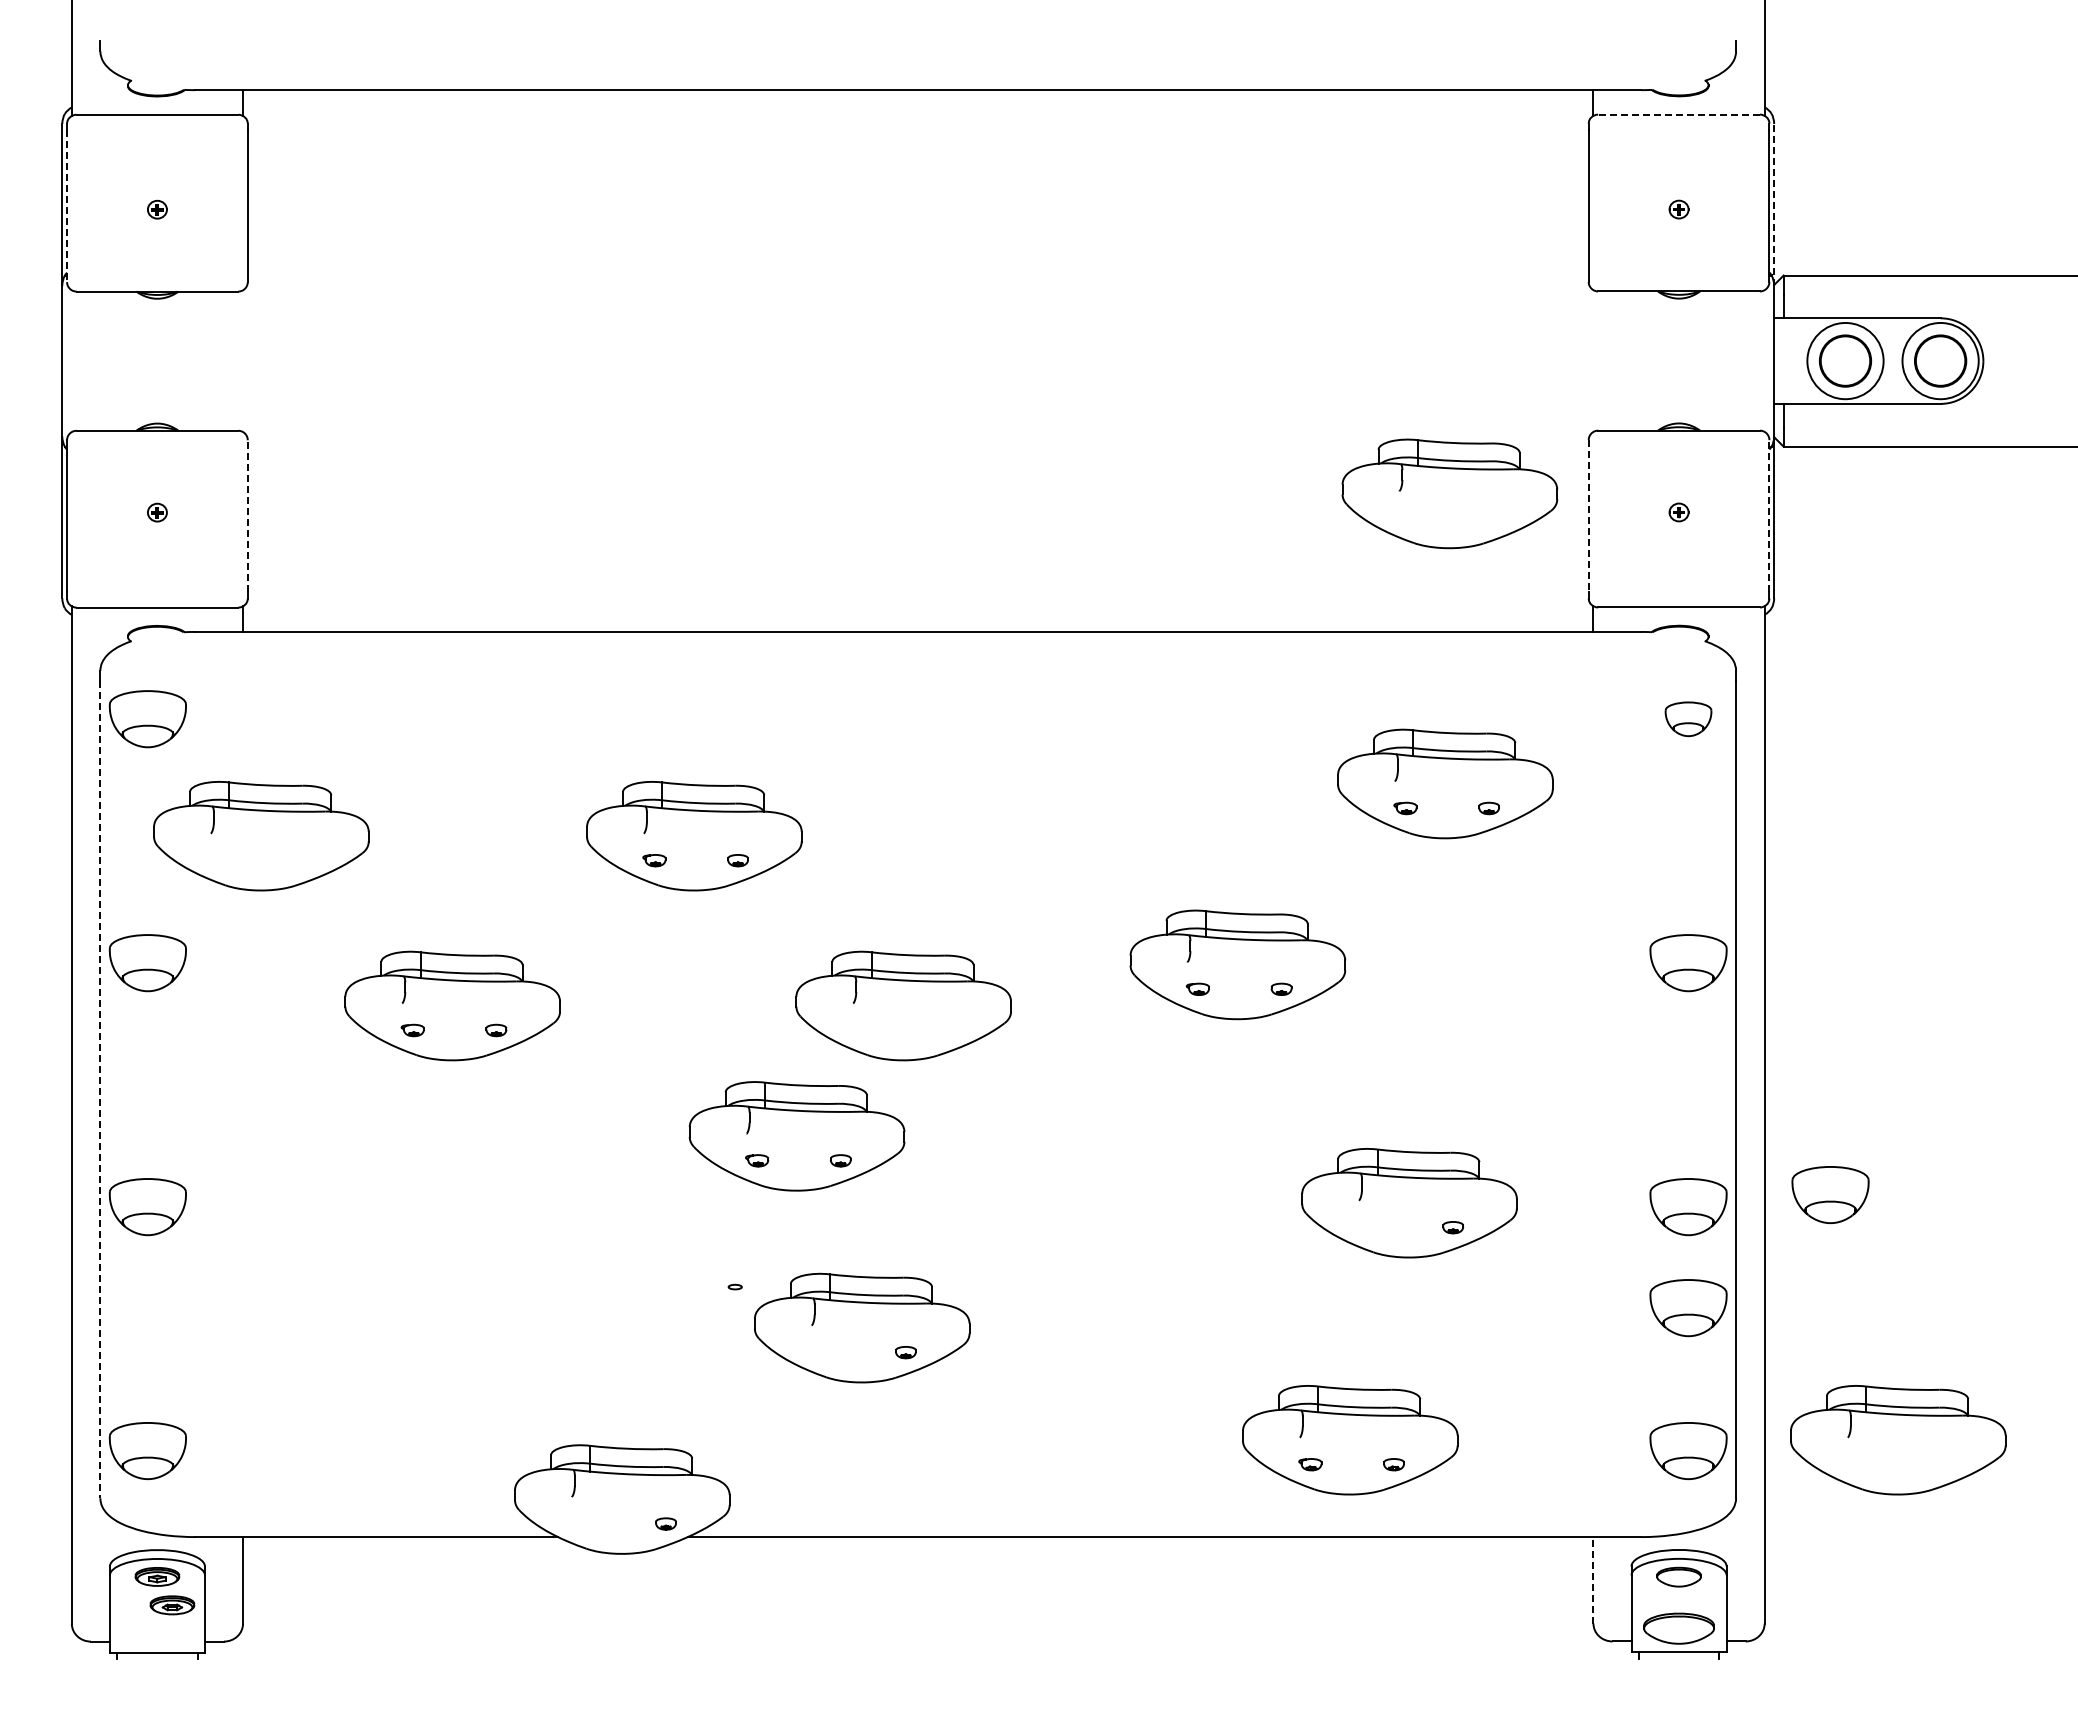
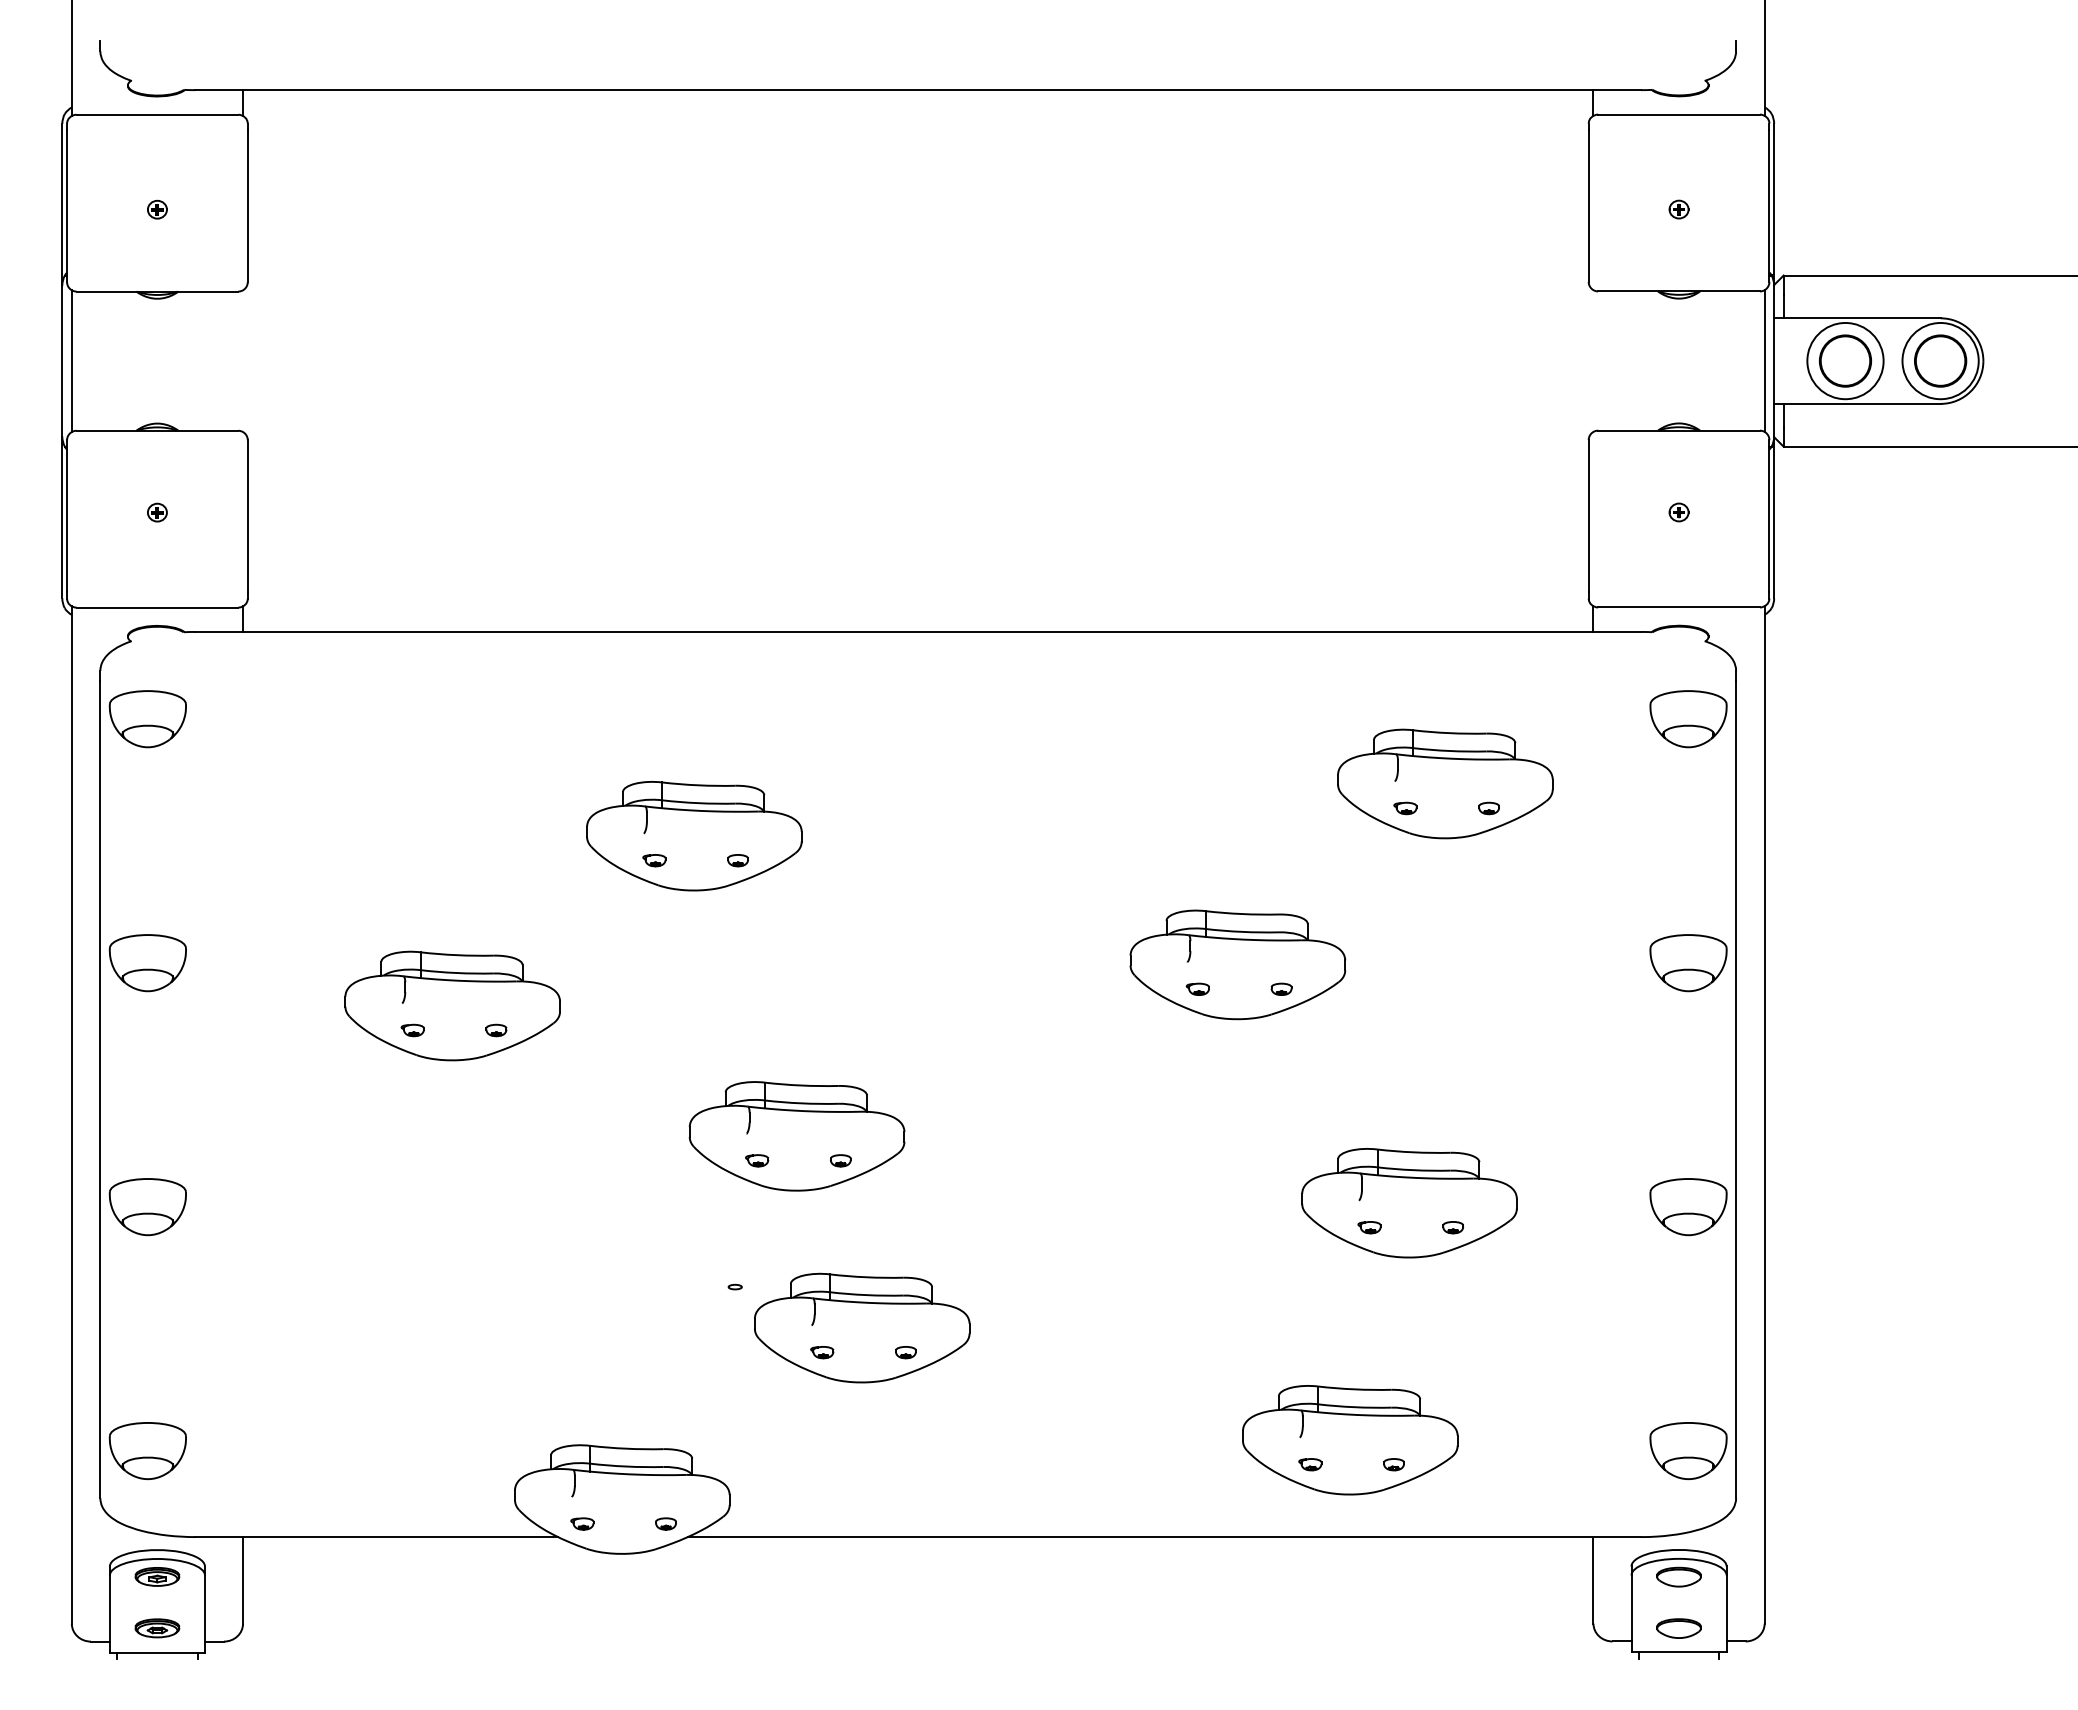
line at (1679, 114): dashed -> solid
line at (1774, 204): dashed -> solid
line at (67, 206): dashed -> solid
line at (1764, 360): none -> present
line at (71, 361): none -> present
part at (1449, 493): present -> none
line at (1588, 515): dashed -> solid
line at (1769, 515): dashed -> solid
line at (247, 516): dashed -> solid
part at (1688, 719) size: 49x37 px -> 79x59 px
part at (261, 836): present -> none
part at (903, 1005): present -> none
line at (100, 1089): dashed -> solid
part at (1830, 1194): present -> none
part at (1369, 1227): none -> present
part at (1688, 1308): present -> none
part at (822, 1352): none -> present
part at (1898, 1440): present -> none
part at (582, 1523): none -> present
line at (1593, 1579): dashed -> solid
part at (172, 1605) position: (172, 1605) -> (157, 1628)
part at (1678, 1628) size: 72x33 px -> 46x21 px
